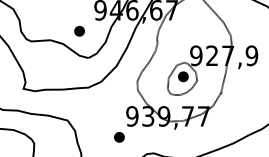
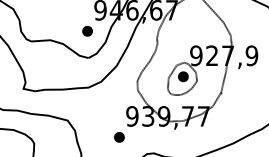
part at (79, 31) position: (79, 31) -> (87, 31)
